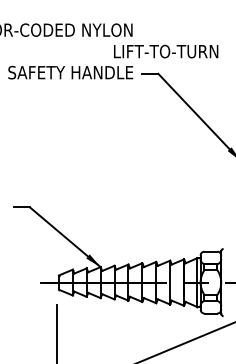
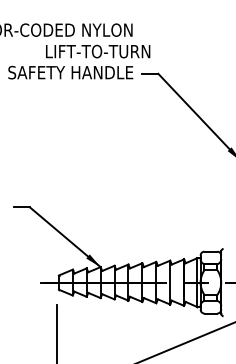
text at (166, 51) position: (166, 51) -> (98, 51)
